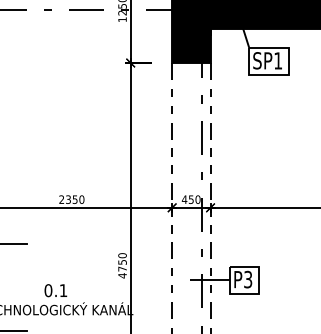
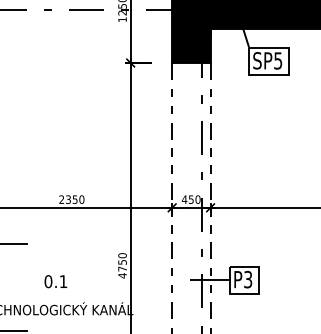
text at (278, 60): SP1 -> SP5
text at (55, 290) position: (55, 290) -> (55, 281)
